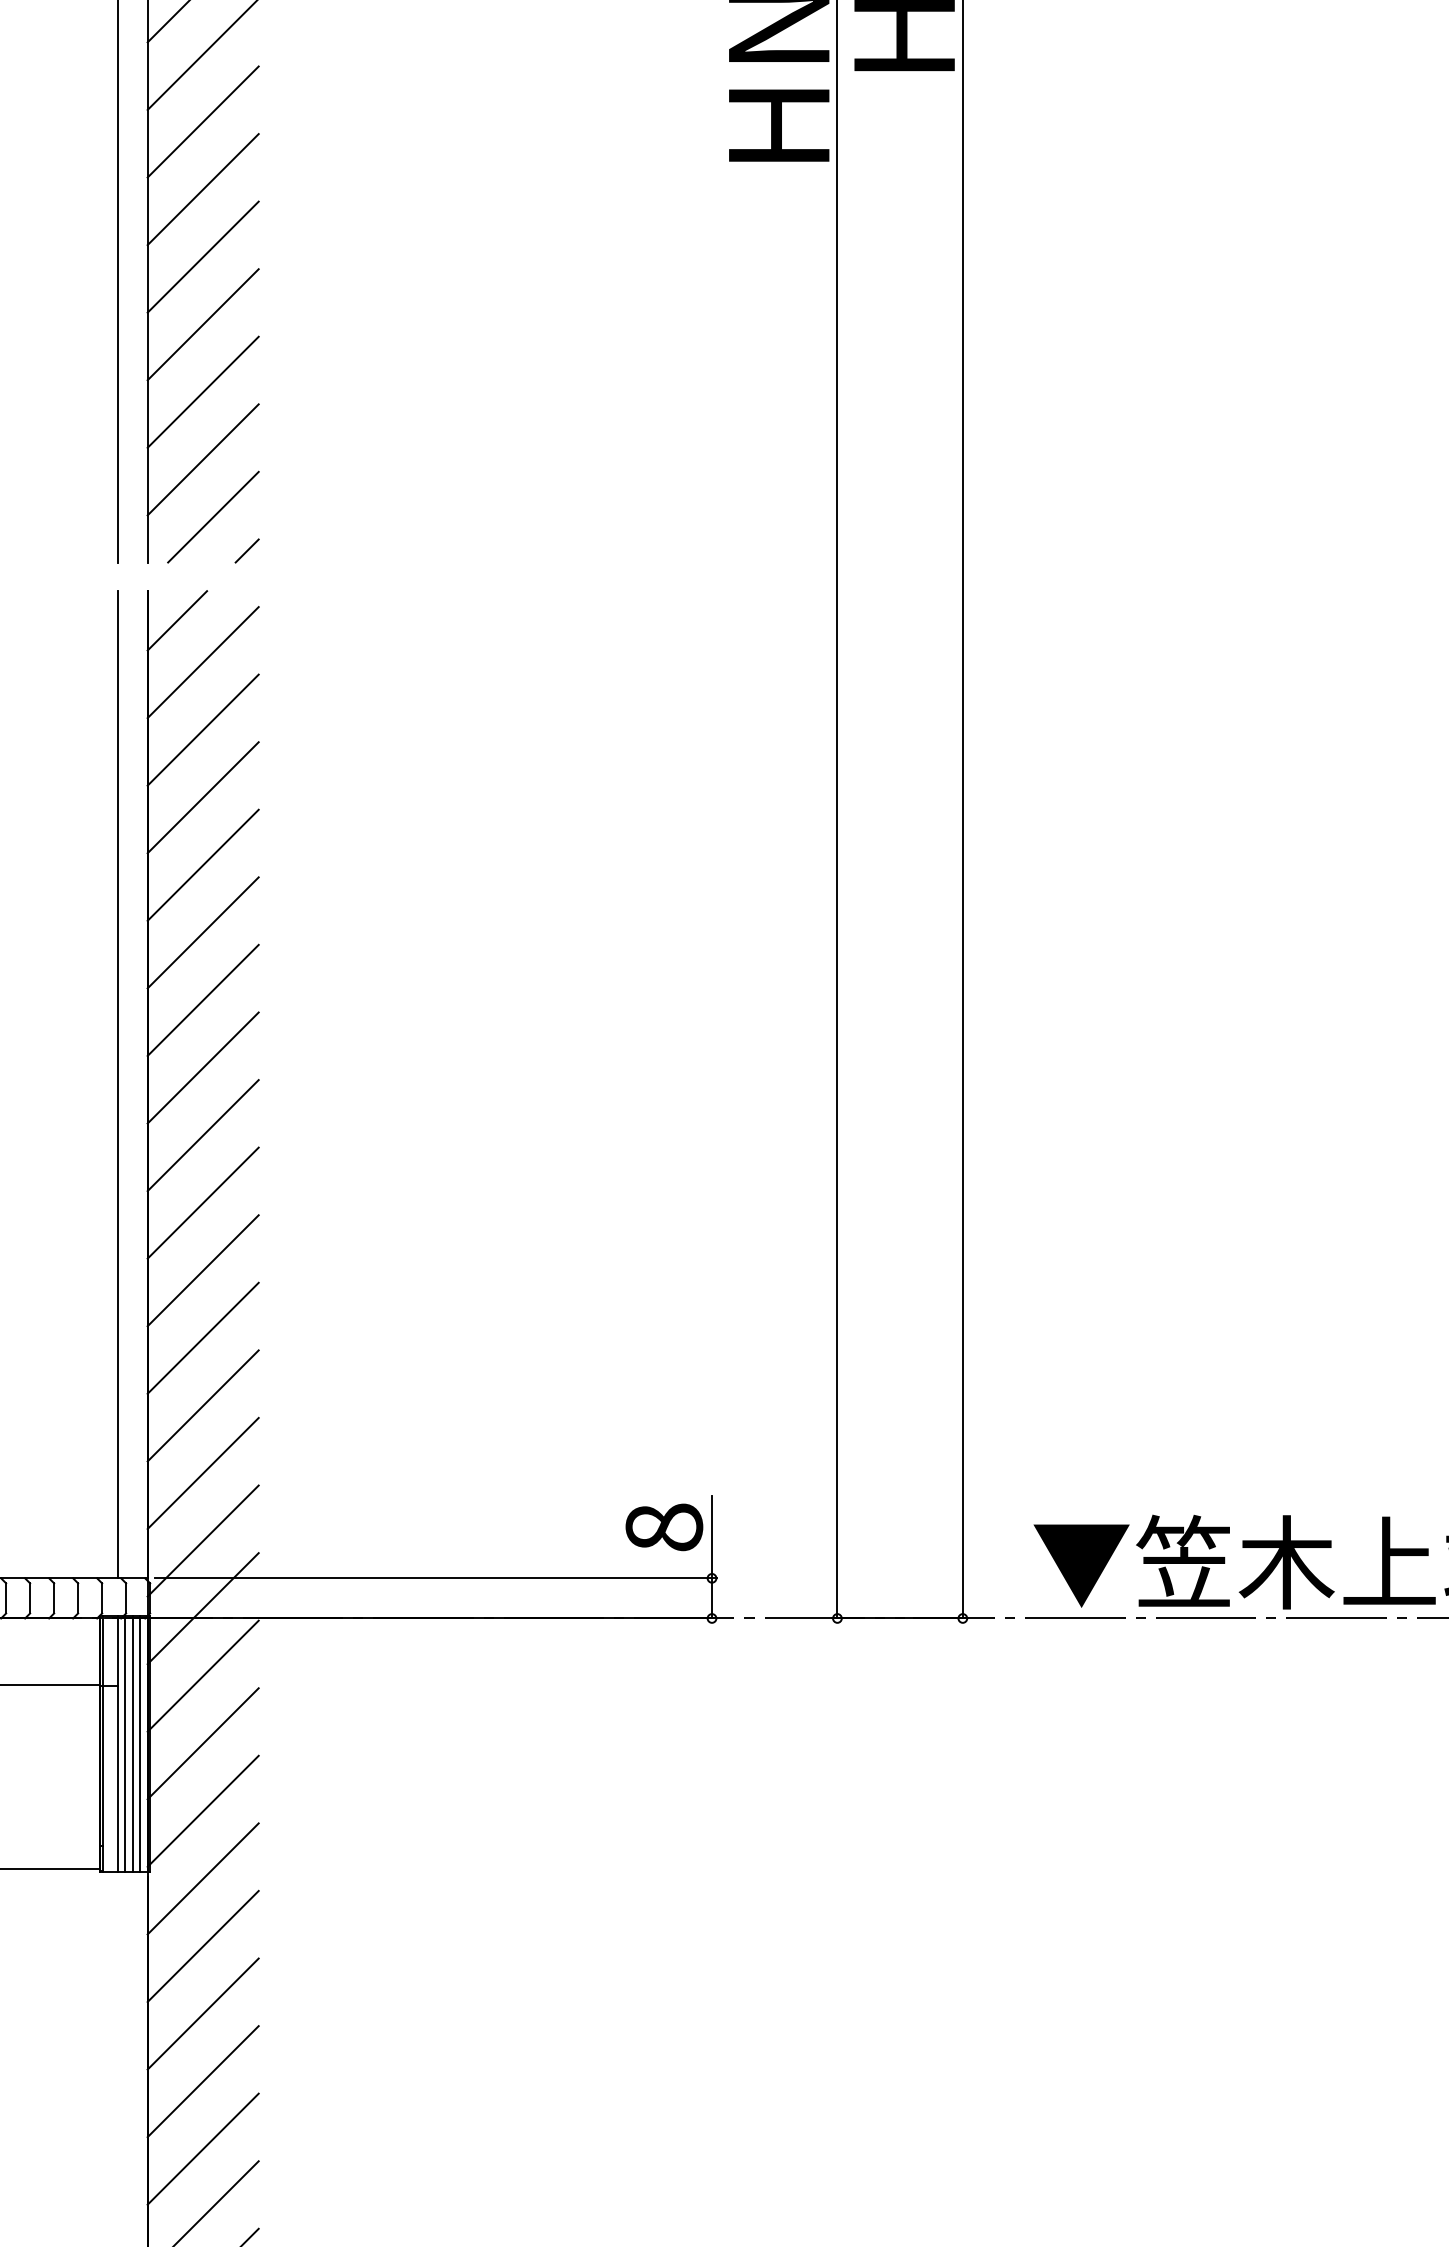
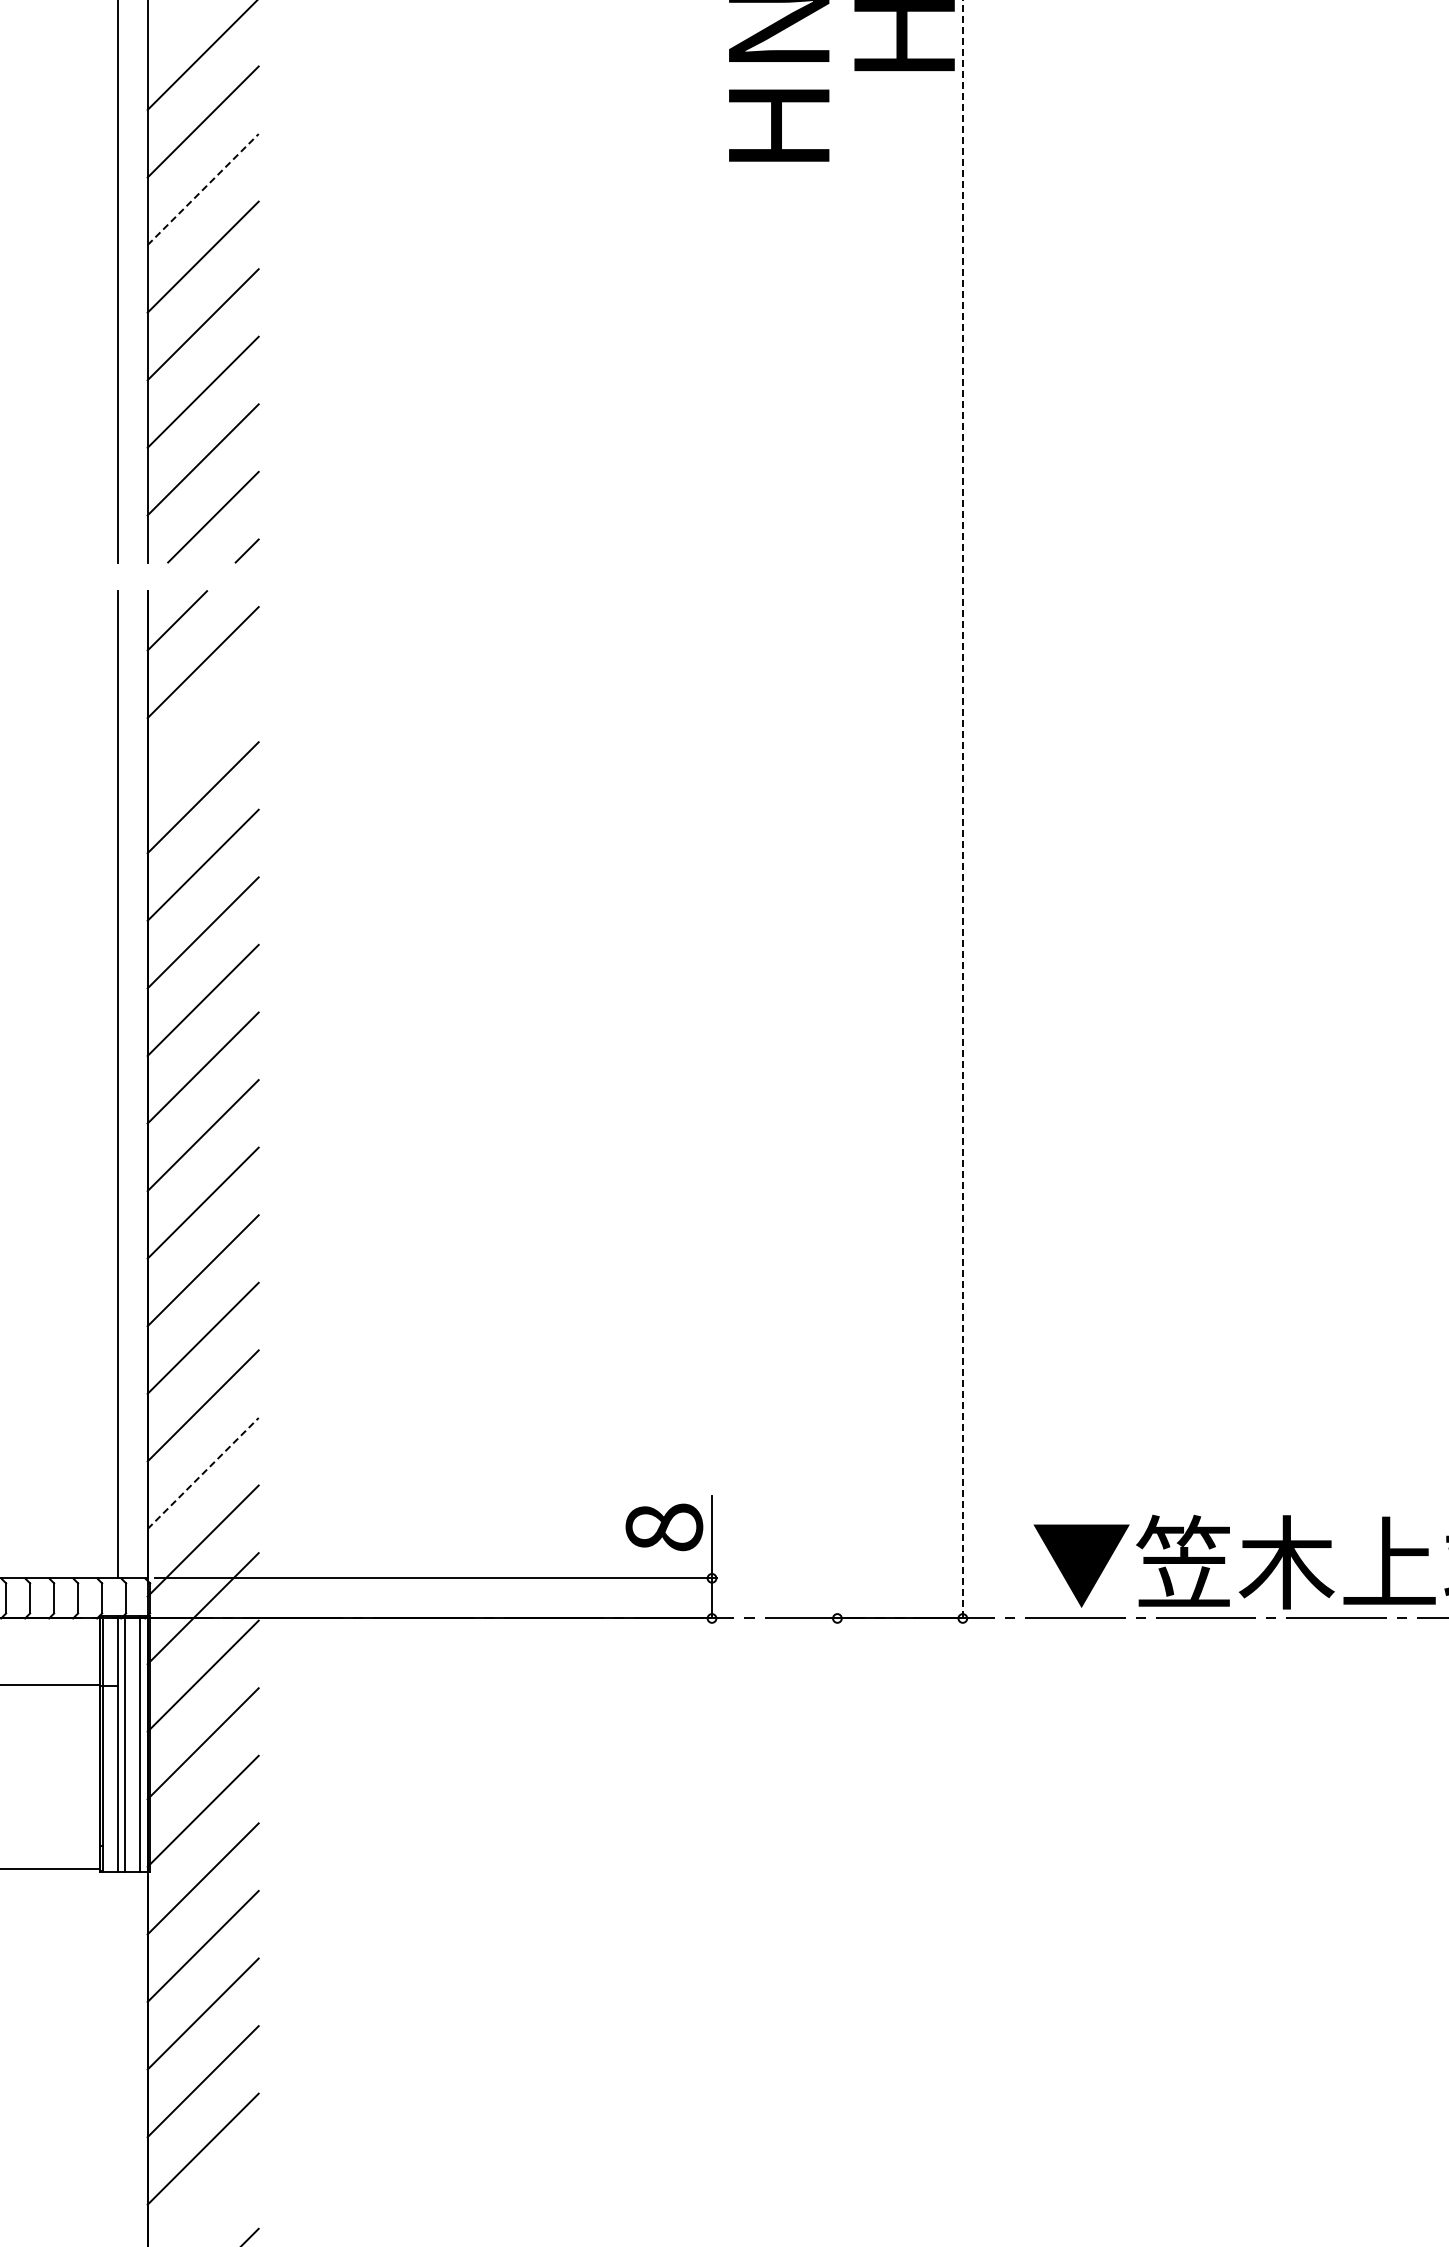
line at (167, 22): present -> none
line at (203, 189): solid -> dashed
line at (202, 729): present -> none
line at (962, 809): solid -> dashed
line at (837, 810): present -> none
line at (203, 1473): solid -> dashed
line at (132, 1743): present -> none
line at (217, 2202): present -> none
